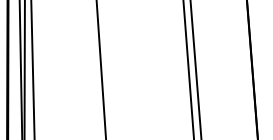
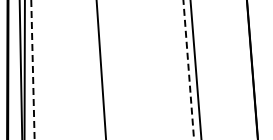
line at (32, 70): solid -> dashed
line at (188, 70): solid -> dashed
